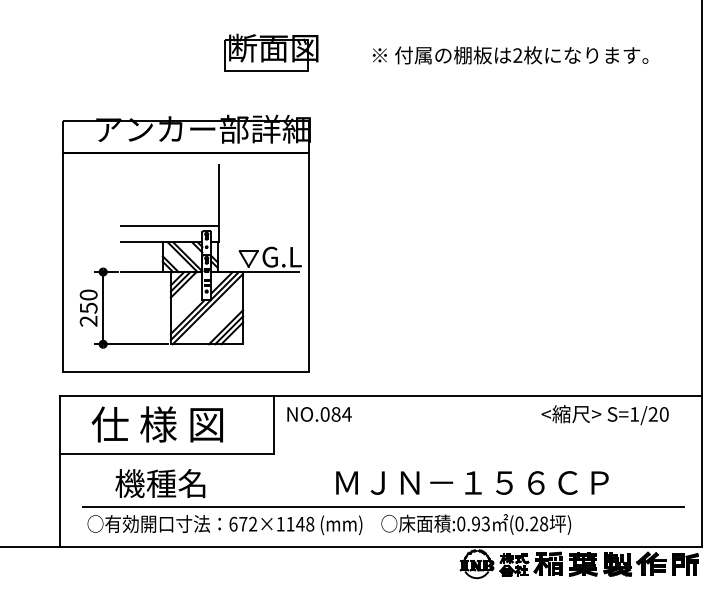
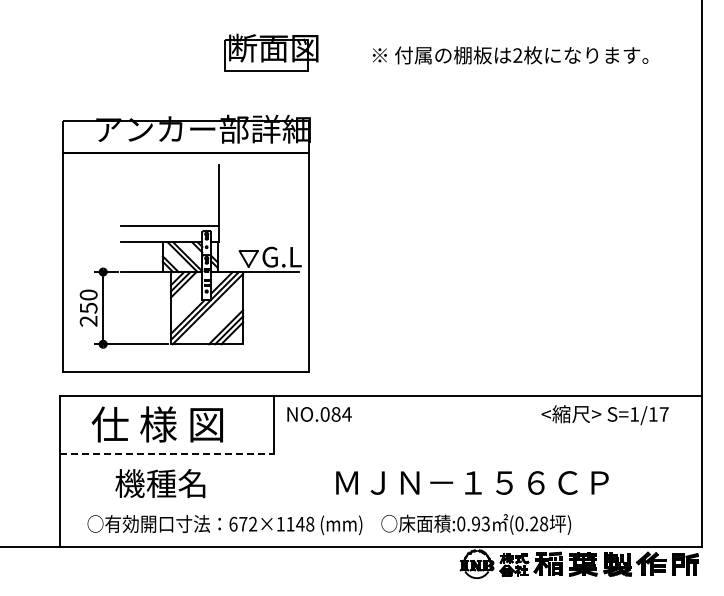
text at (658, 414): S=1/20 -> S=1/17
line at (167, 454): solid -> dashed
line at (383, 506): present -> none
